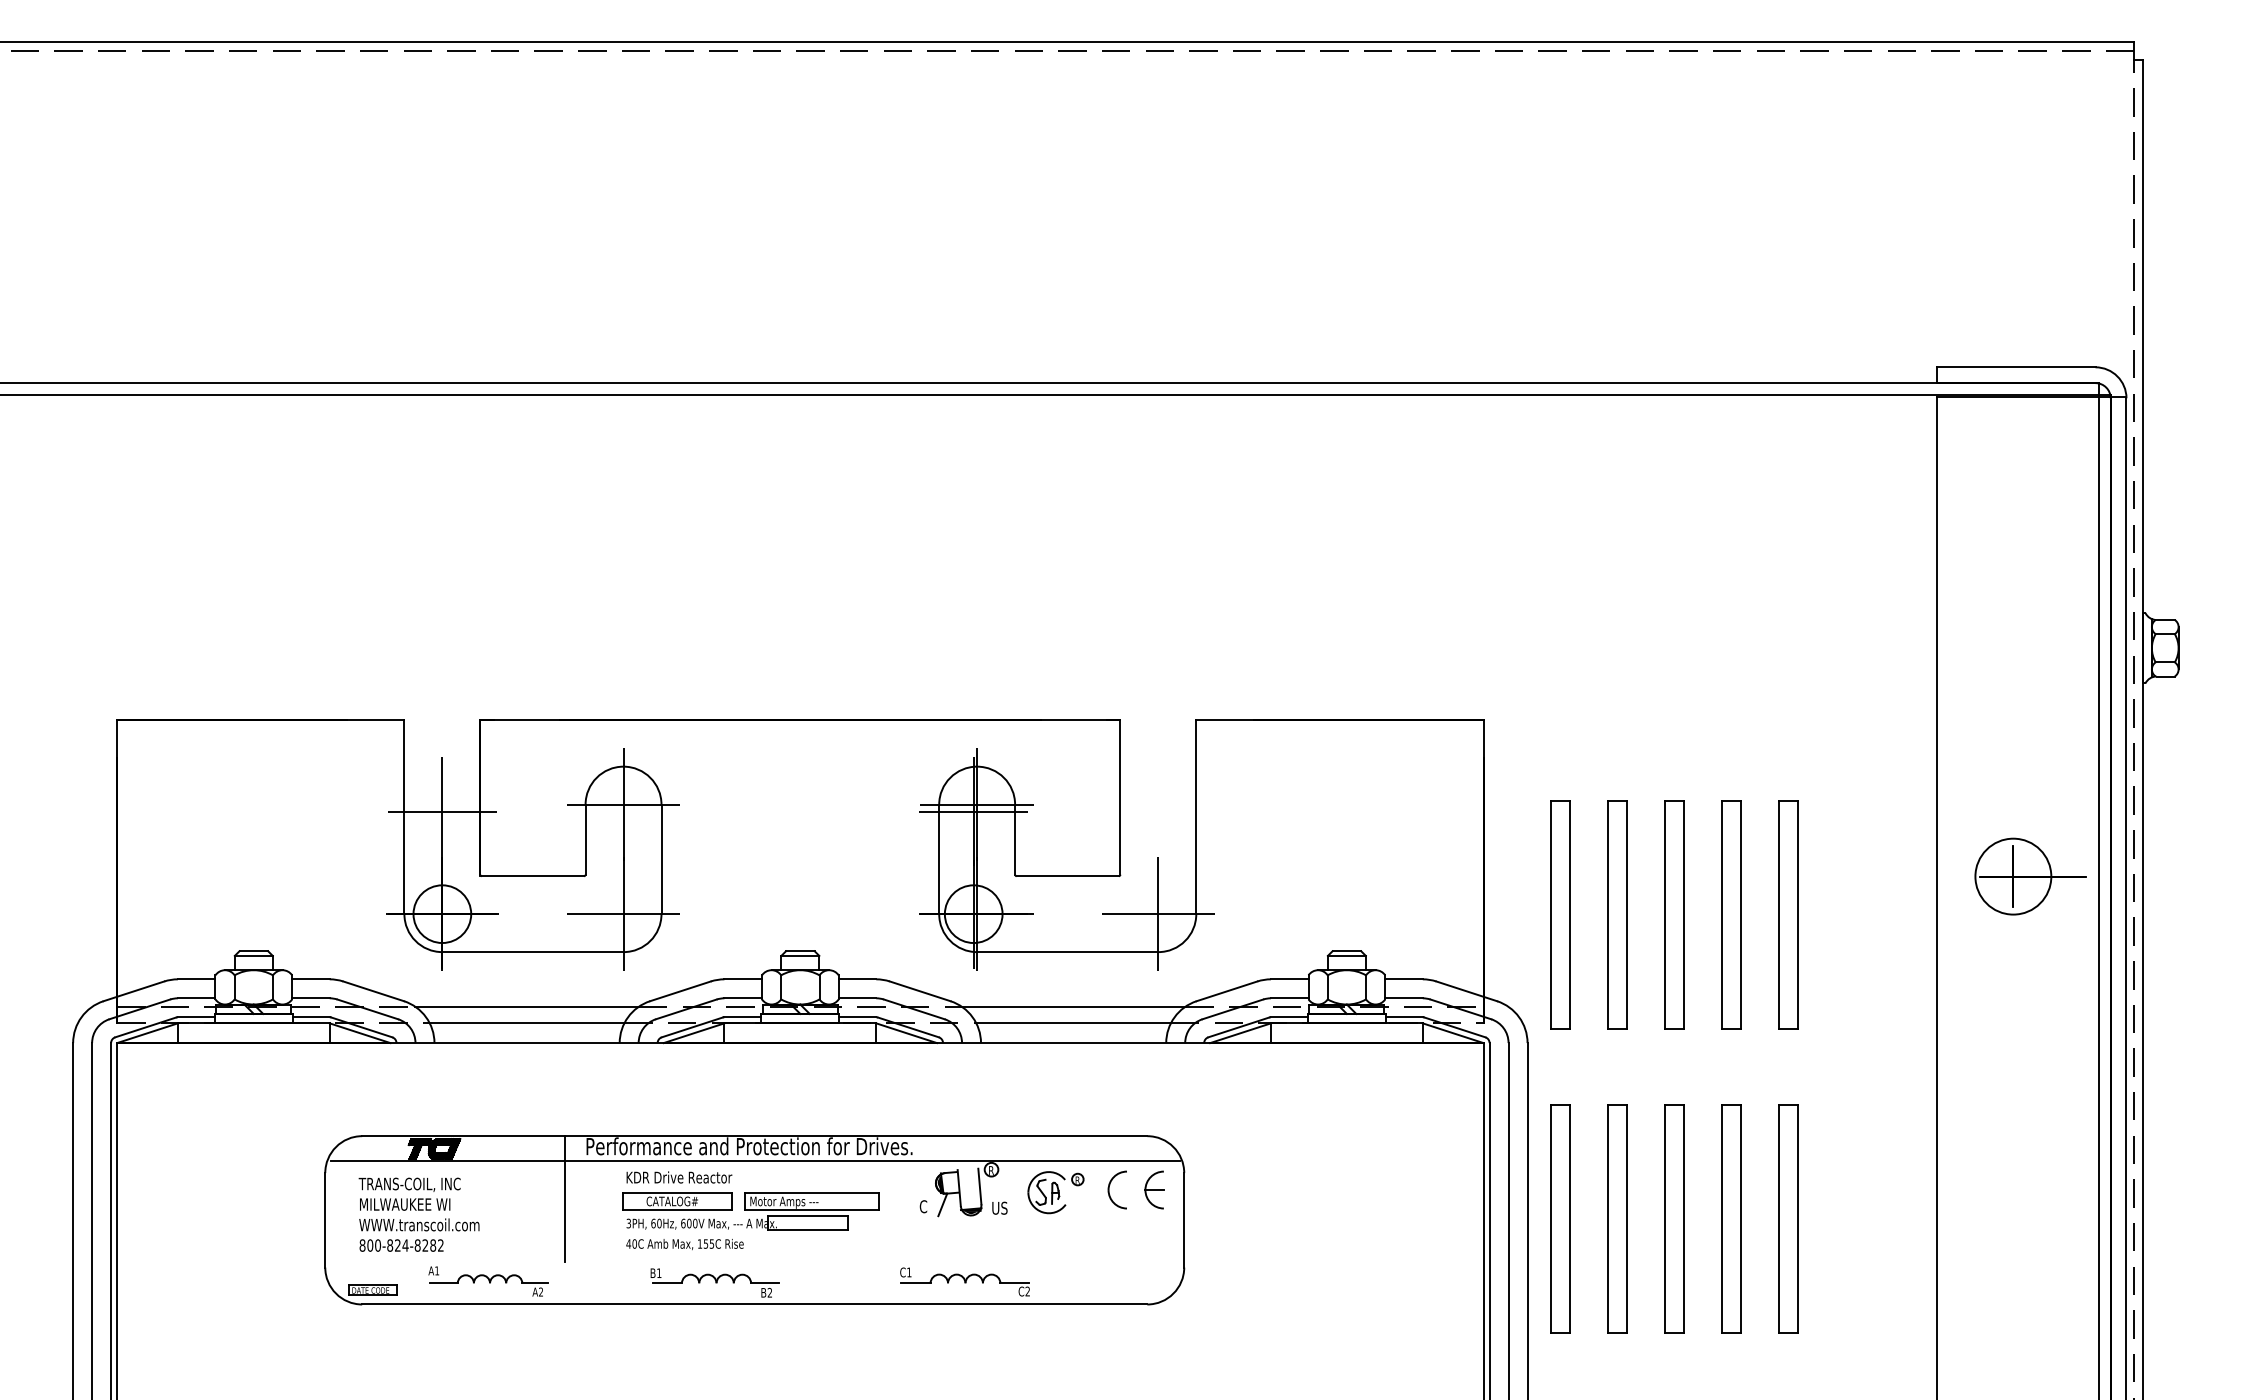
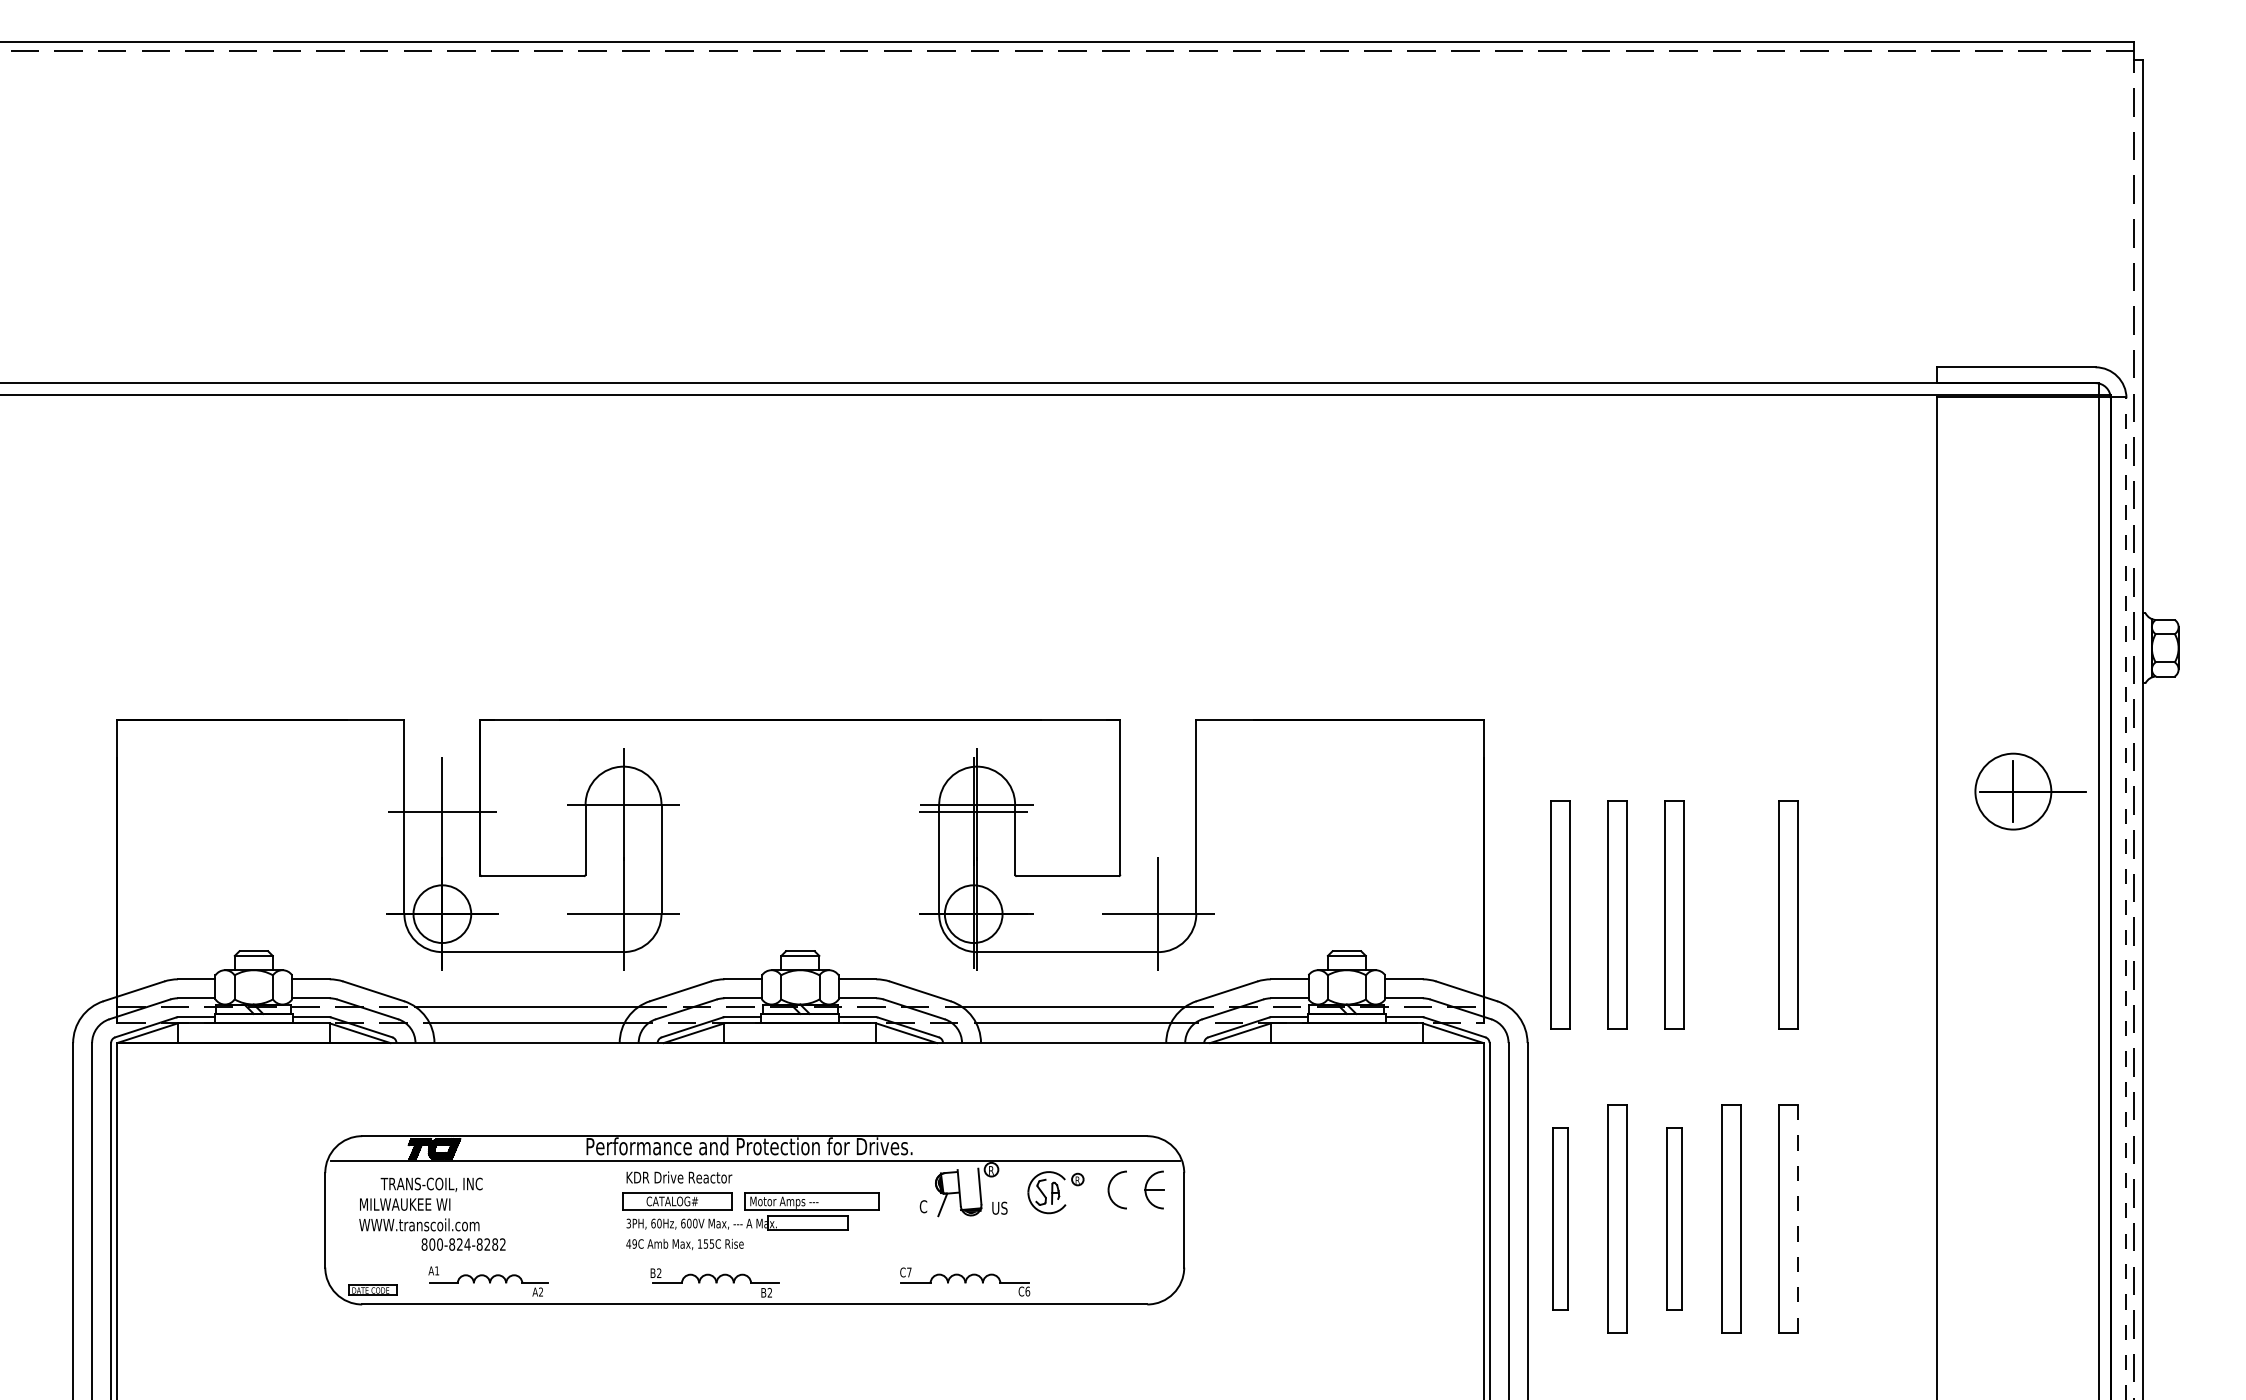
part at (2030, 876) position: (2030, 876) -> (2030, 791)
line at (2126, 898): solid -> dashed
part at (1731, 914): present -> none
text at (409, 1184) position: (409, 1184) -> (431, 1184)
line at (565, 1199): present -> none
part at (1560, 1218) size: 21x230 px -> 17x184 px
part at (1674, 1218) size: 21x230 px -> 17x184 px
line at (1797, 1218): solid -> dashed
text at (634, 1243): 40C -> 49C
text at (401, 1245) position: (401, 1245) -> (463, 1244)
text at (659, 1272): B1 -> B2
text at (909, 1272): C1 -> C7
text at (1027, 1291): C2 -> C6
